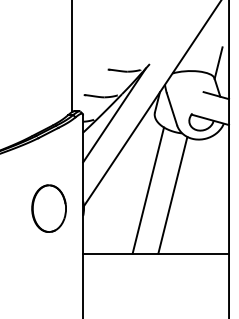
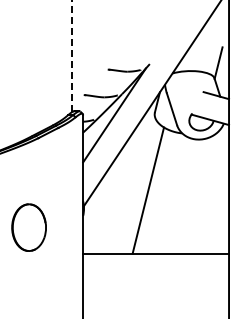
line at (72, 56): solid -> dashed
line at (172, 194): present -> none
part at (48, 208) position: (48, 208) -> (28, 227)
